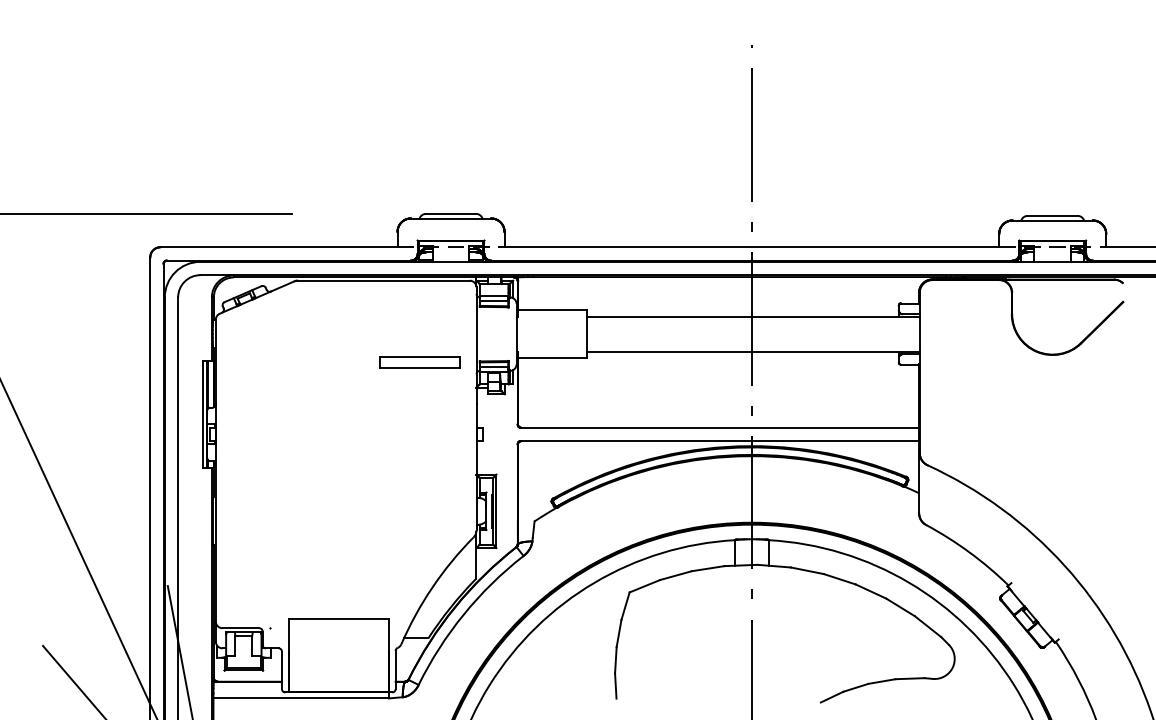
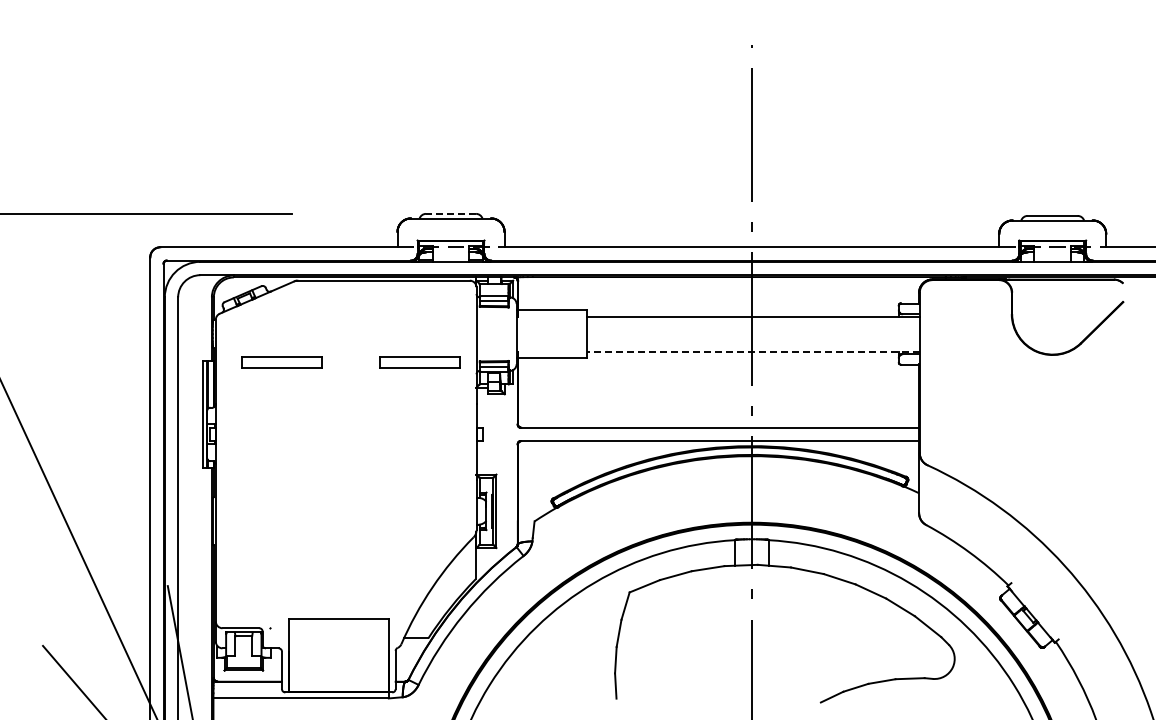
line at (450, 213): solid -> dashed
line at (753, 351): solid -> dashed
part at (281, 362): none -> present
